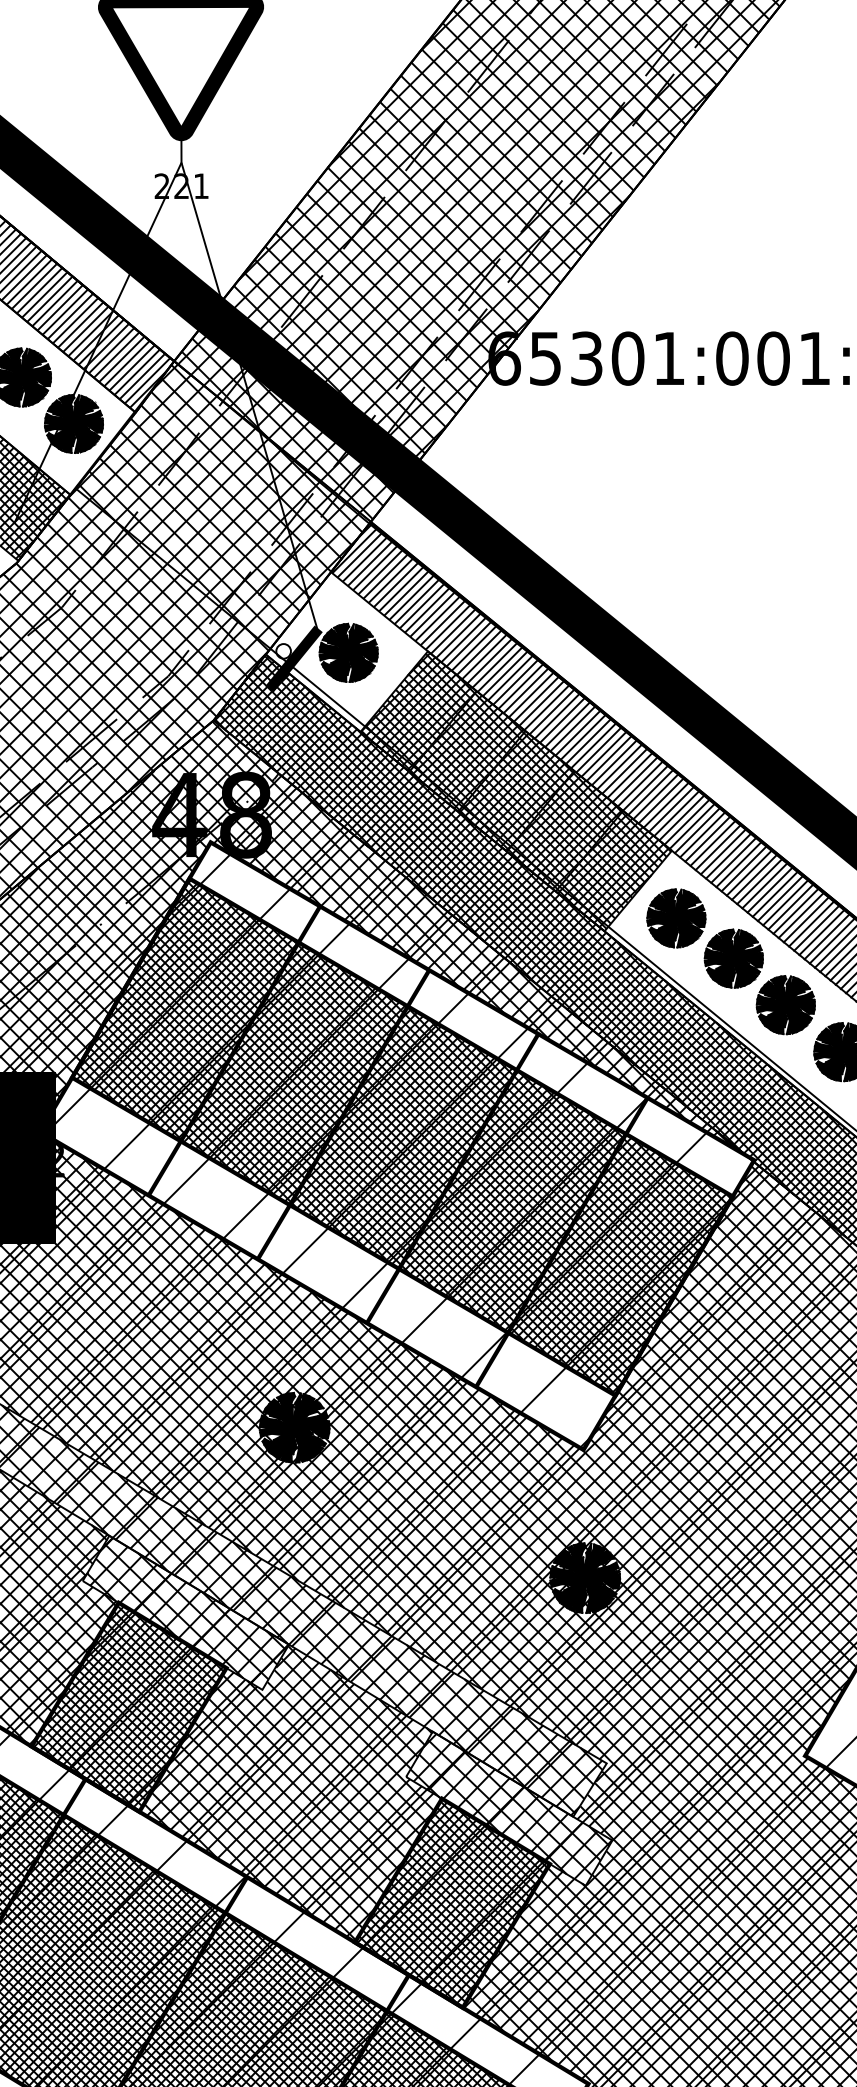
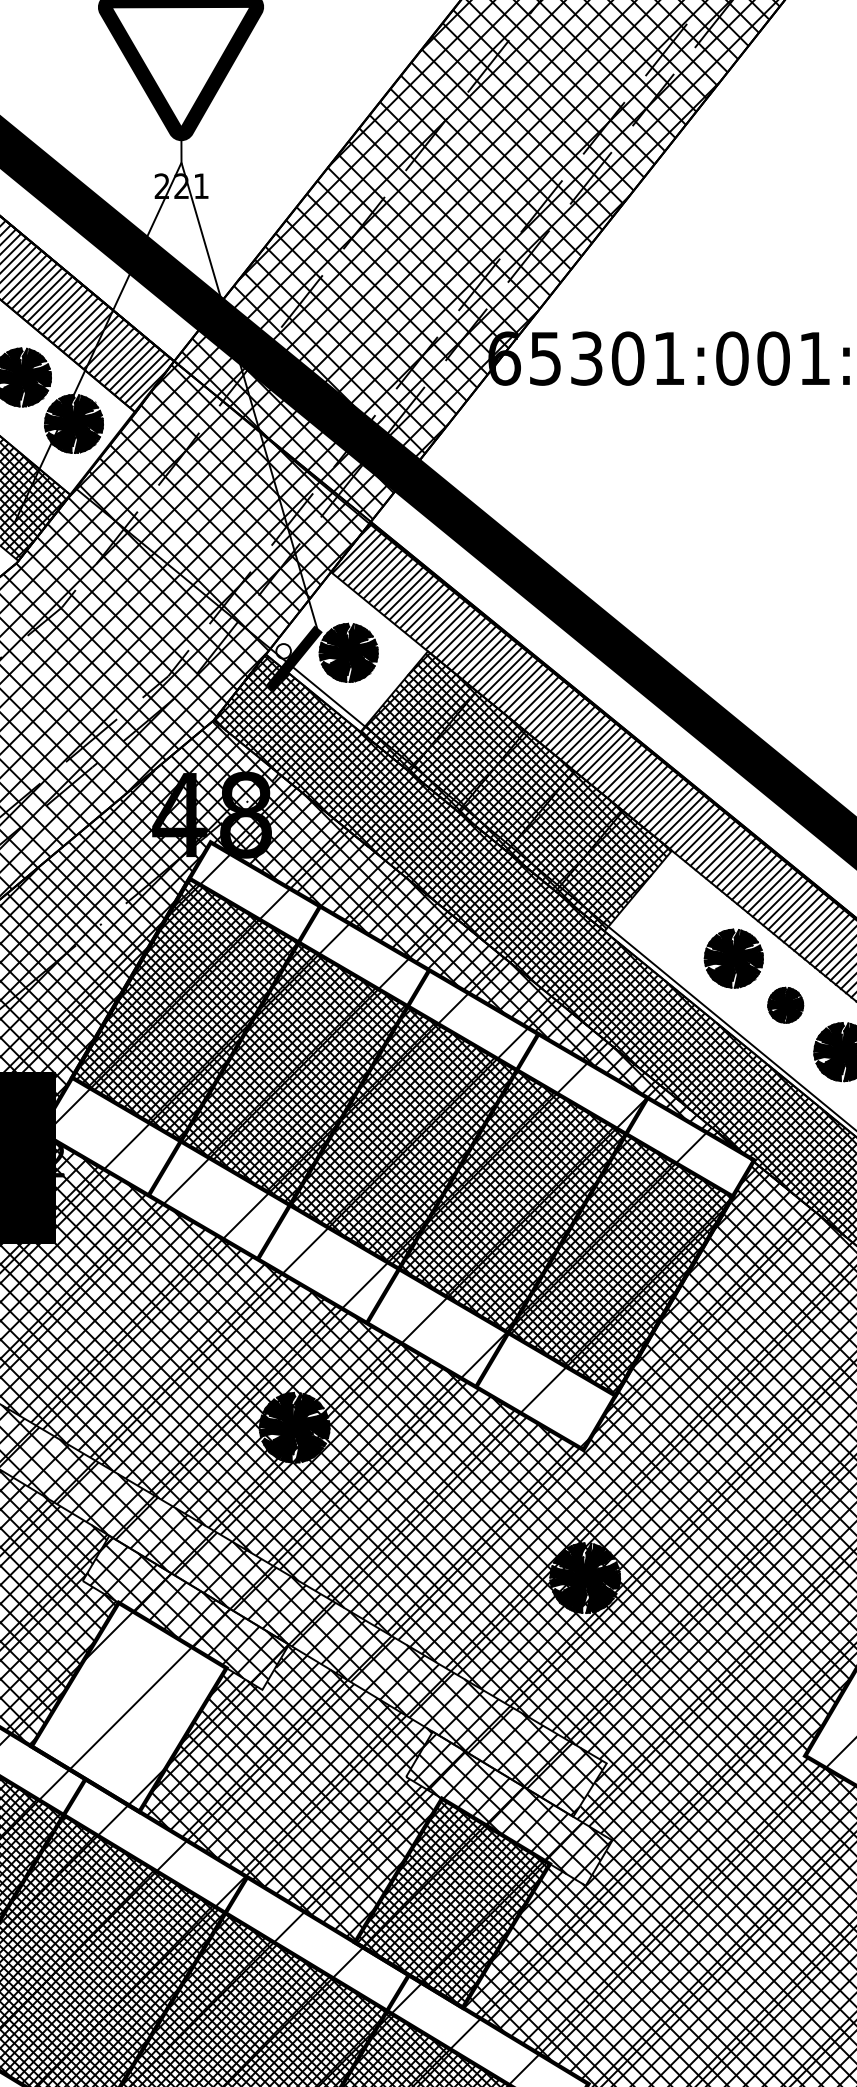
part at (676, 918): present -> none
part at (785, 1005) size: 61x61 px -> 38x38 px
hatch at (128, 1708): present -> none
